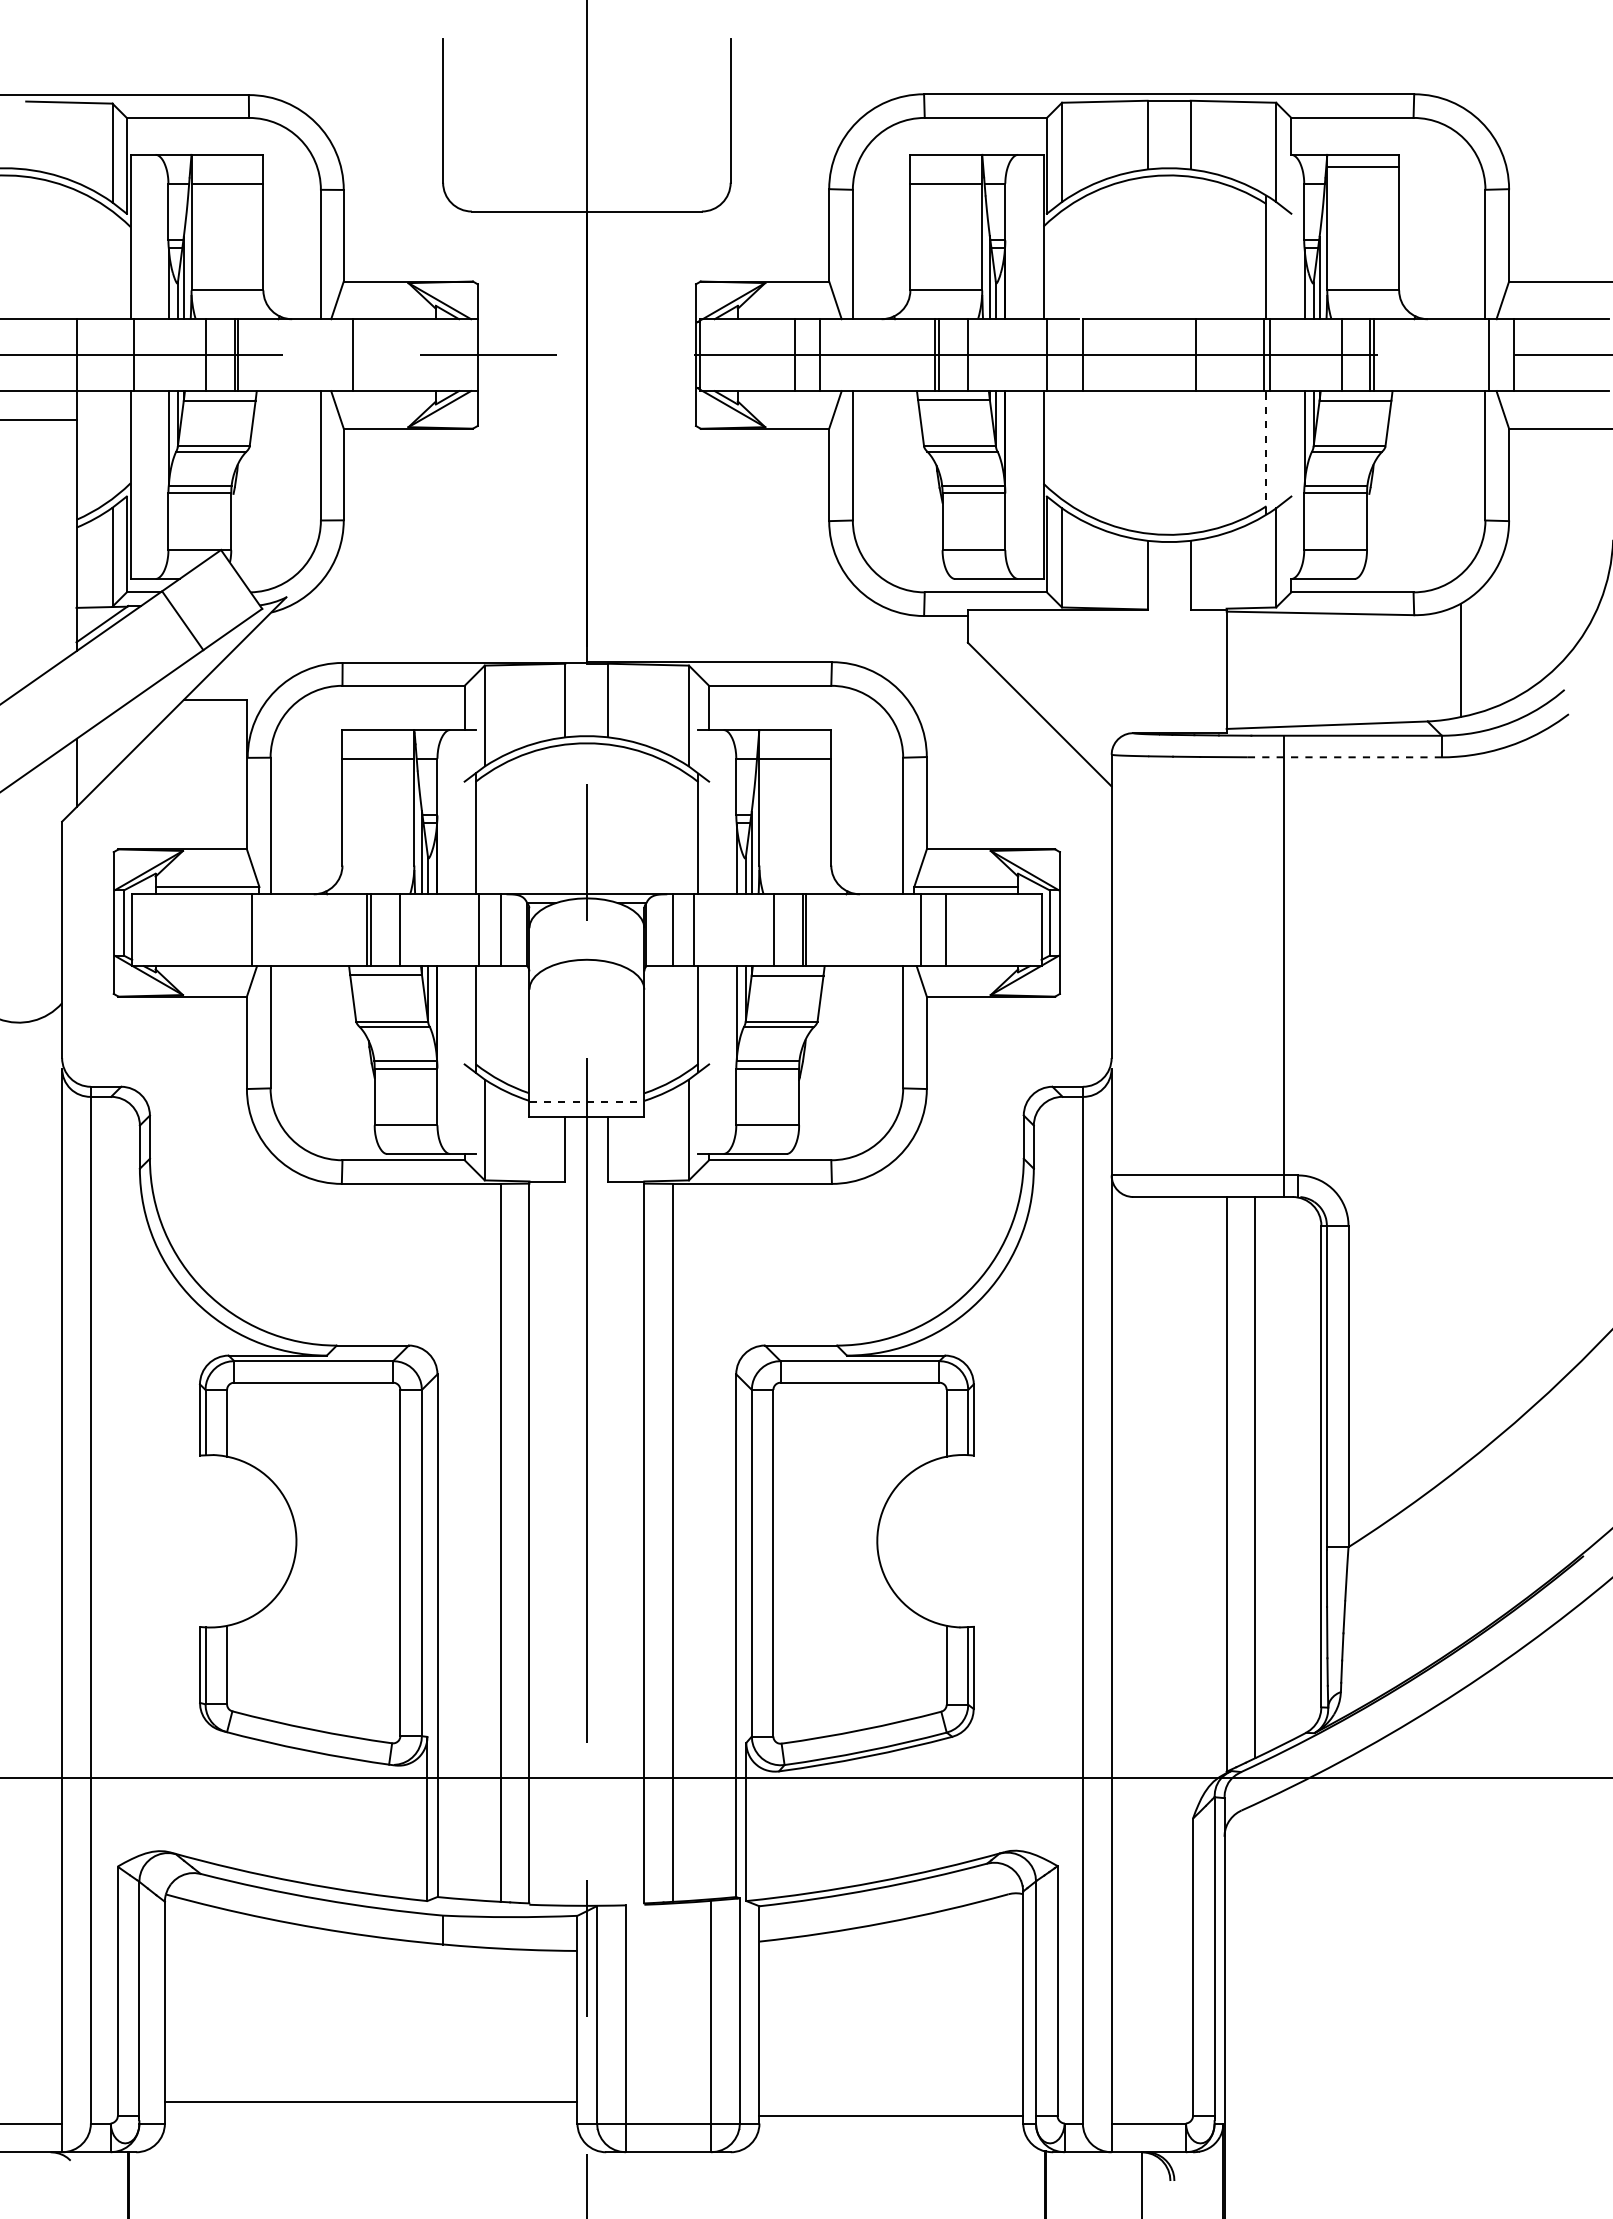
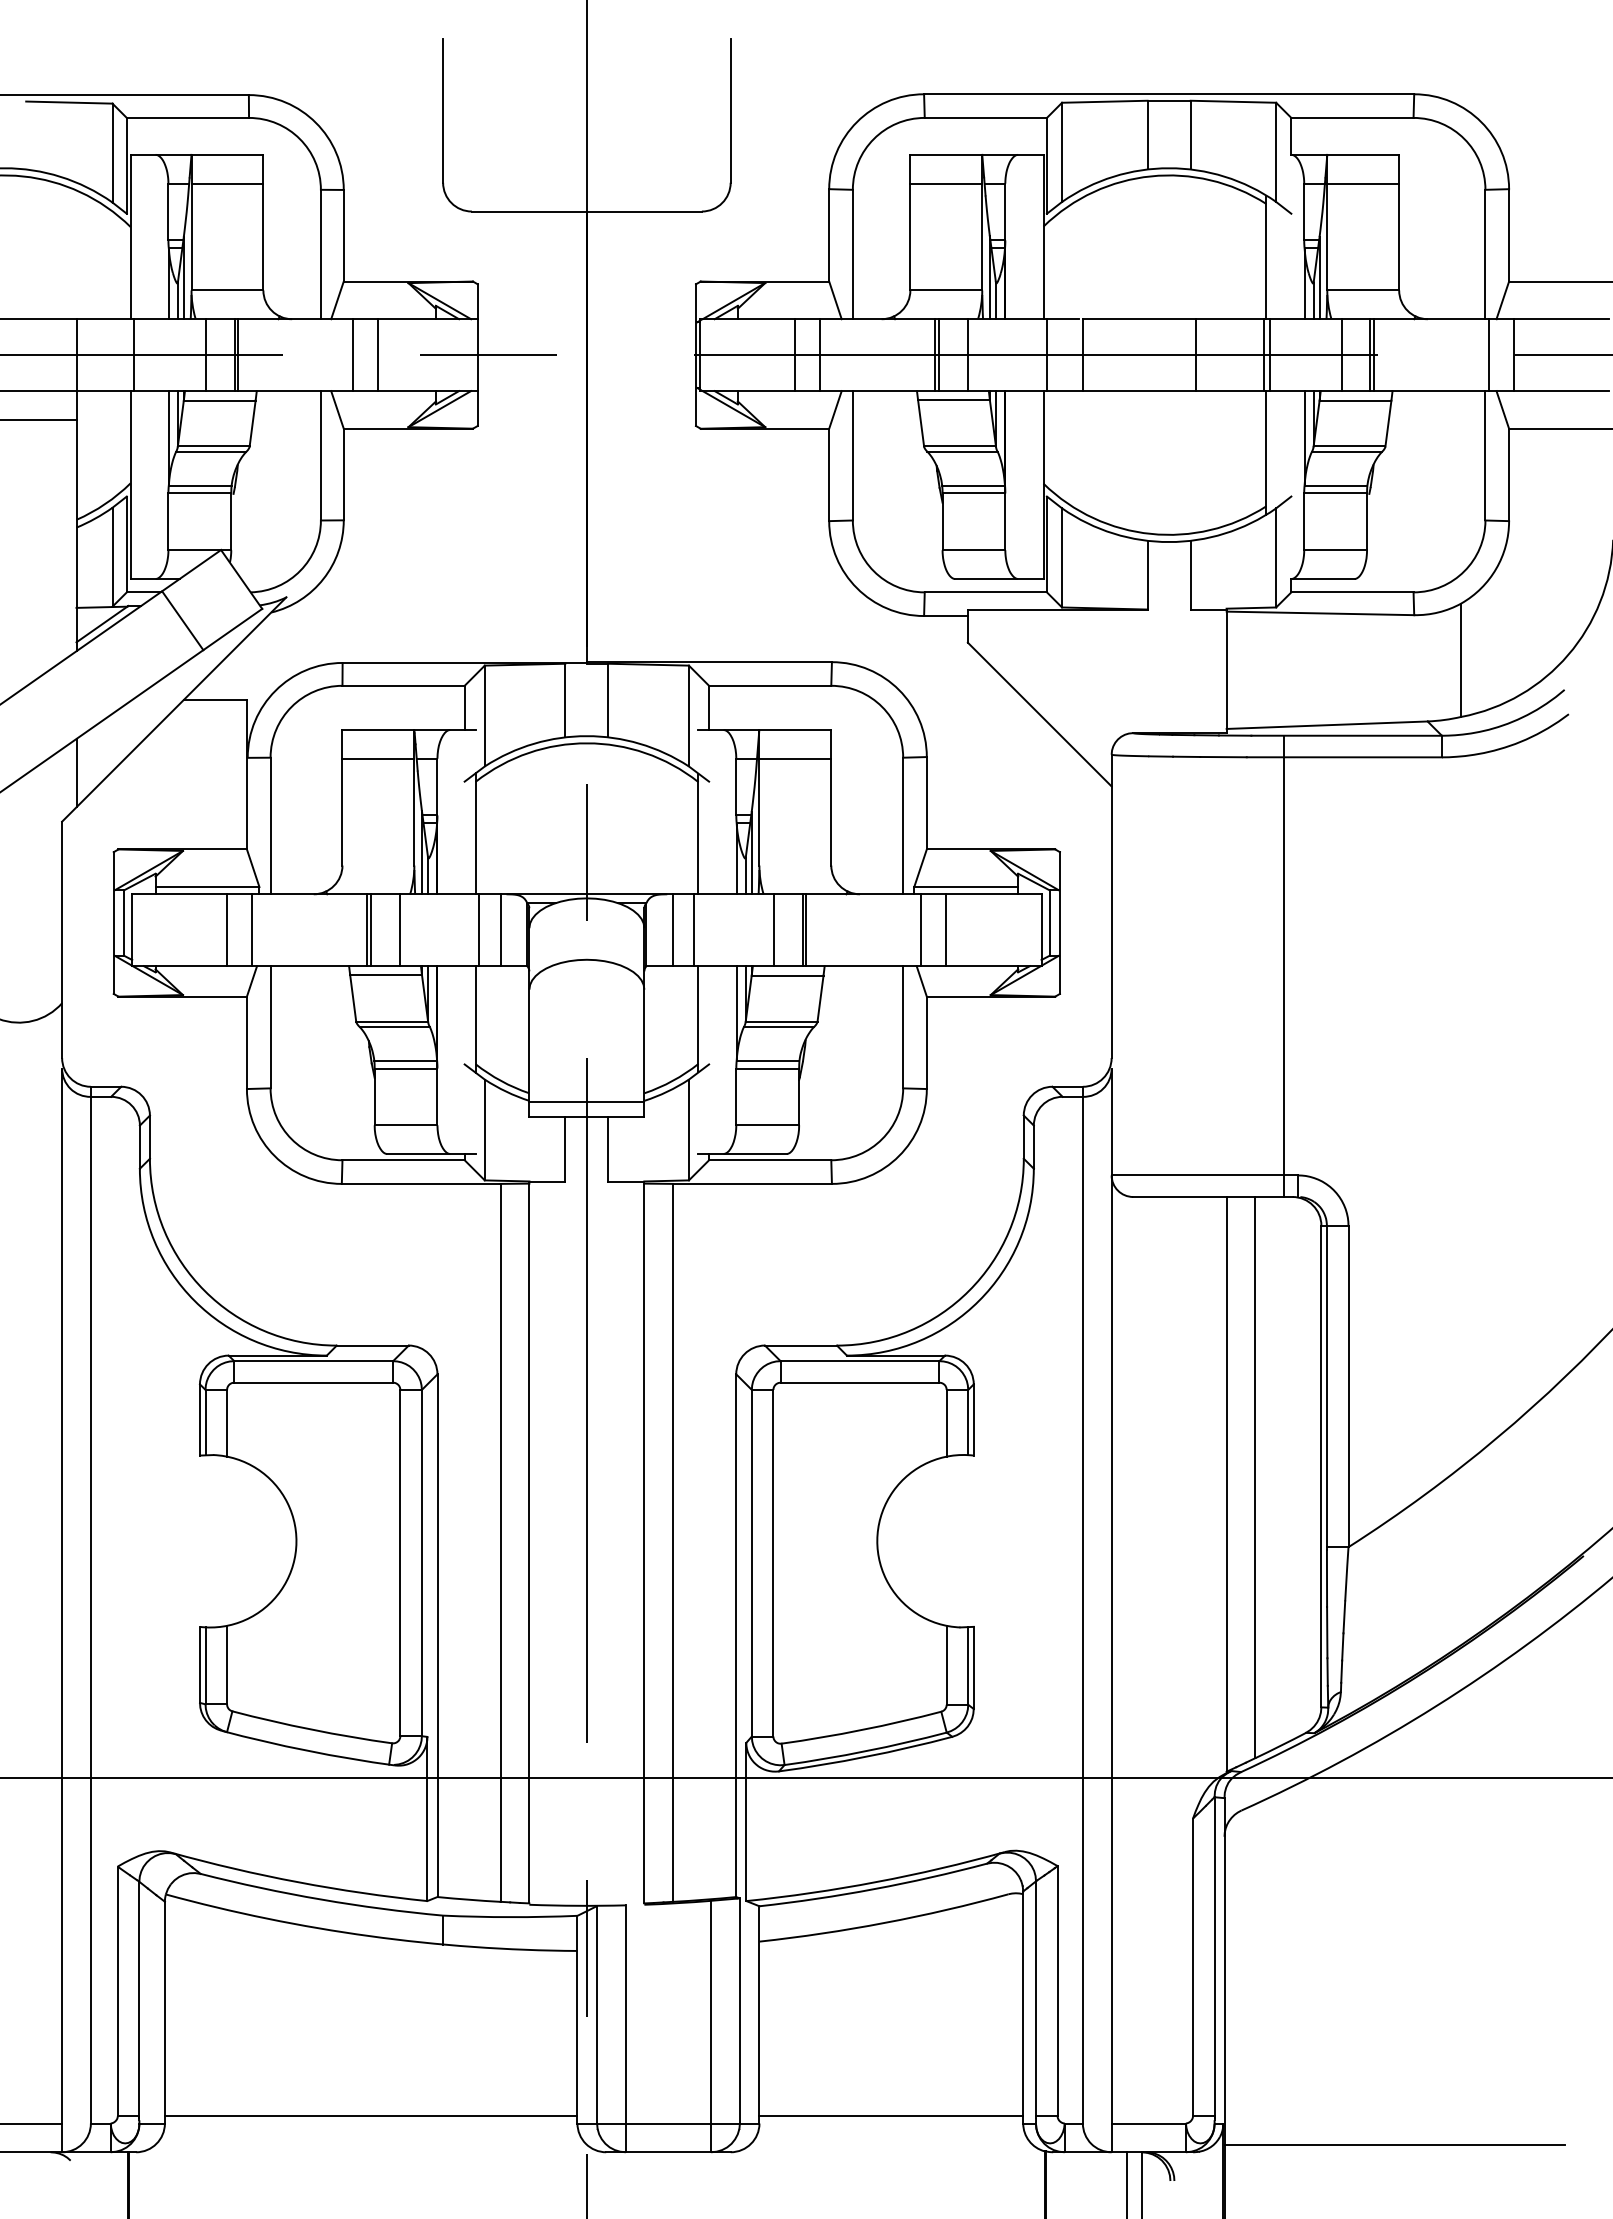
line at (1363, 166) position: (1363, 166) -> (1363, 183)
line at (378, 355): none -> present
line at (1266, 452): dashed -> solid
line at (1344, 757): dashed -> solid
line at (227, 930): none -> present
line at (586, 1101): dashed -> solid
line at (370, 2102) position: (370, 2102) -> (370, 2116)
line at (1394, 2145): none -> present
line at (1127, 2183): none -> present
